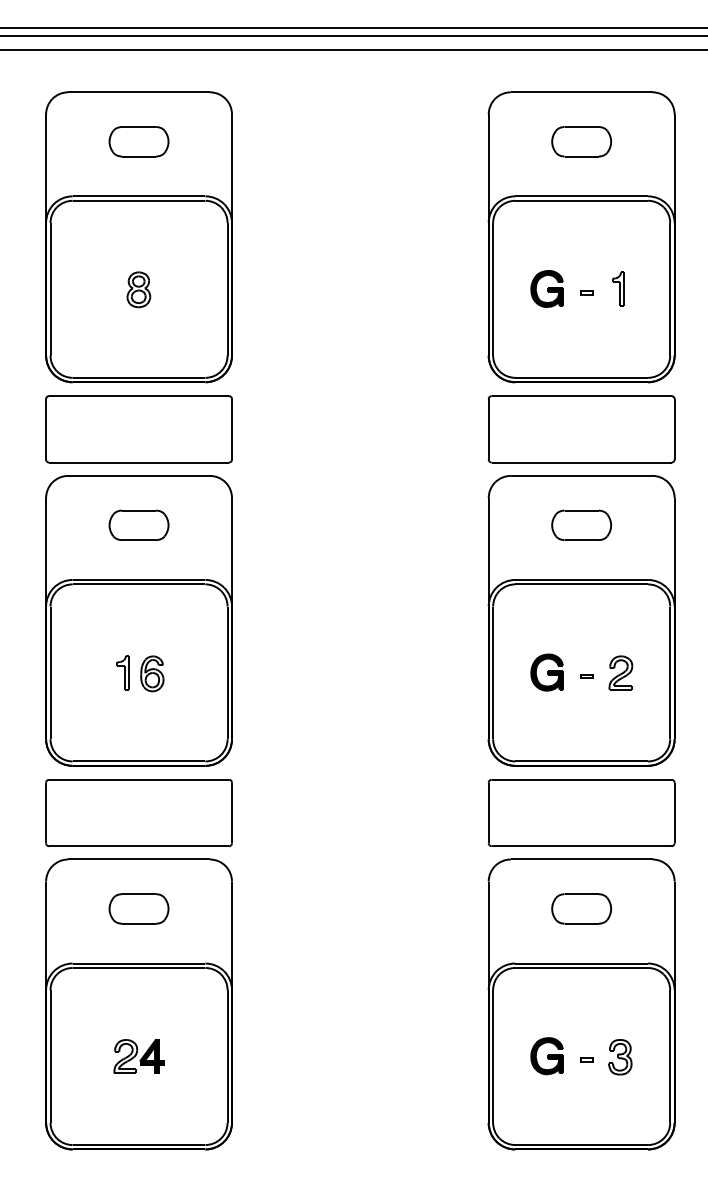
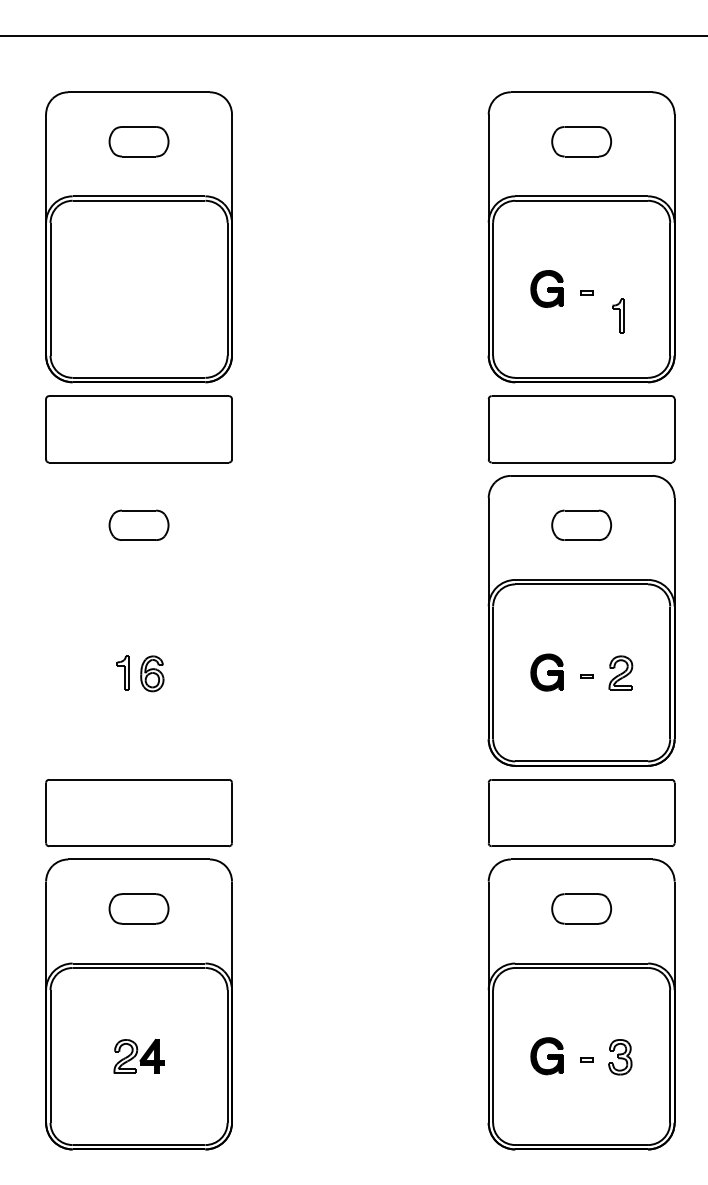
line at (353, 28): present -> none
line at (353, 50): present -> none
part at (618, 288) position: (618, 288) -> (618, 315)
part at (138, 289): present -> none
part at (138, 620): present -> none
